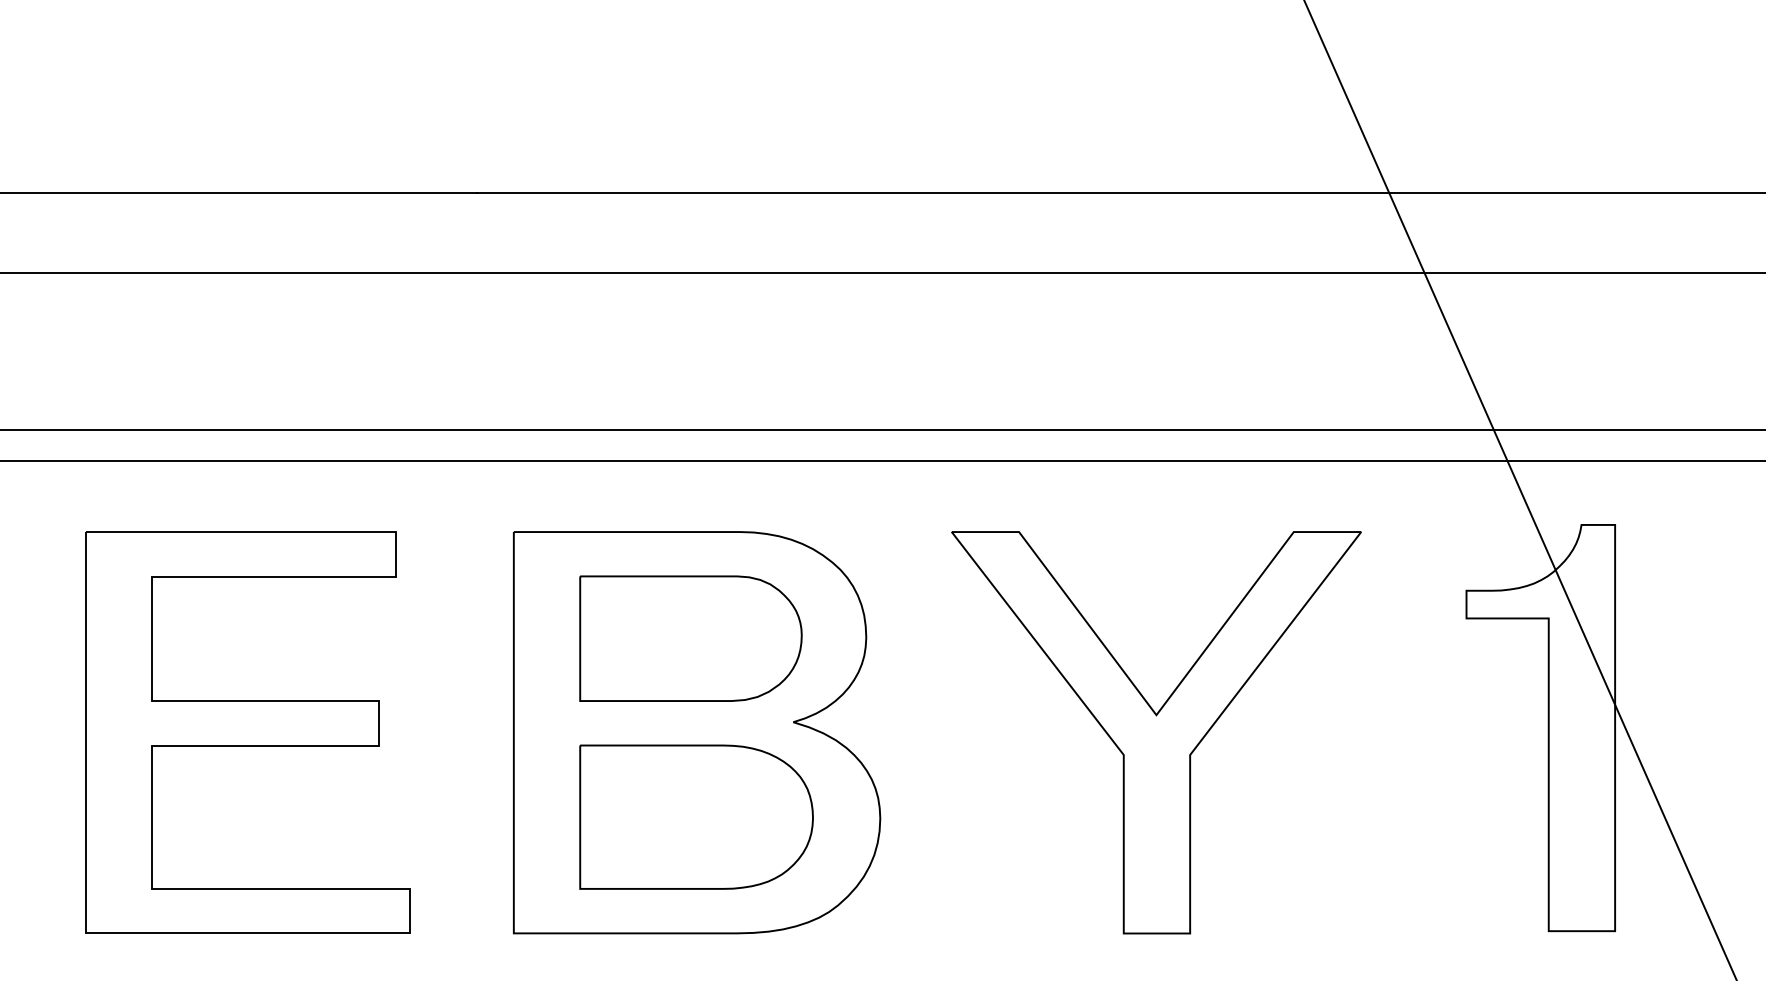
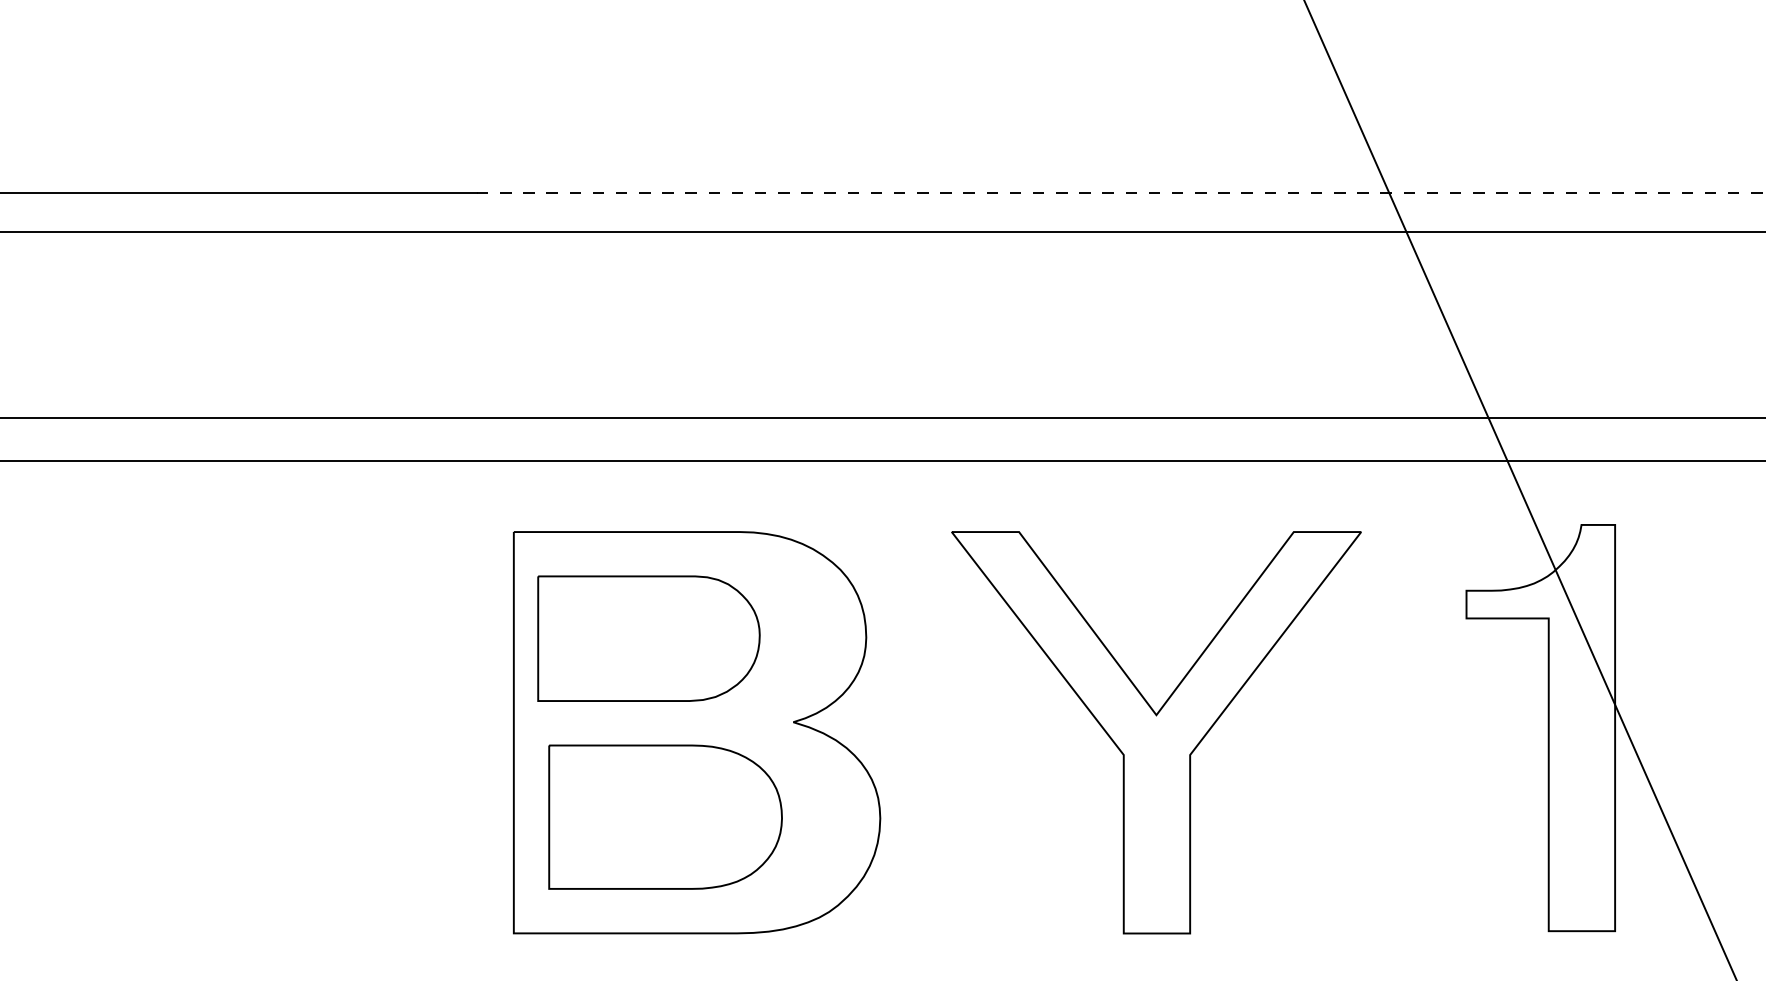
line at (1121, 193): solid -> dashed
line at (882, 272) position: (882, 272) -> (882, 231)
line at (882, 430) position: (882, 430) -> (882, 418)
part at (690, 638) position: (690, 638) -> (648, 638)
part at (247, 732): present -> none
part at (696, 816) position: (696, 816) -> (665, 816)
